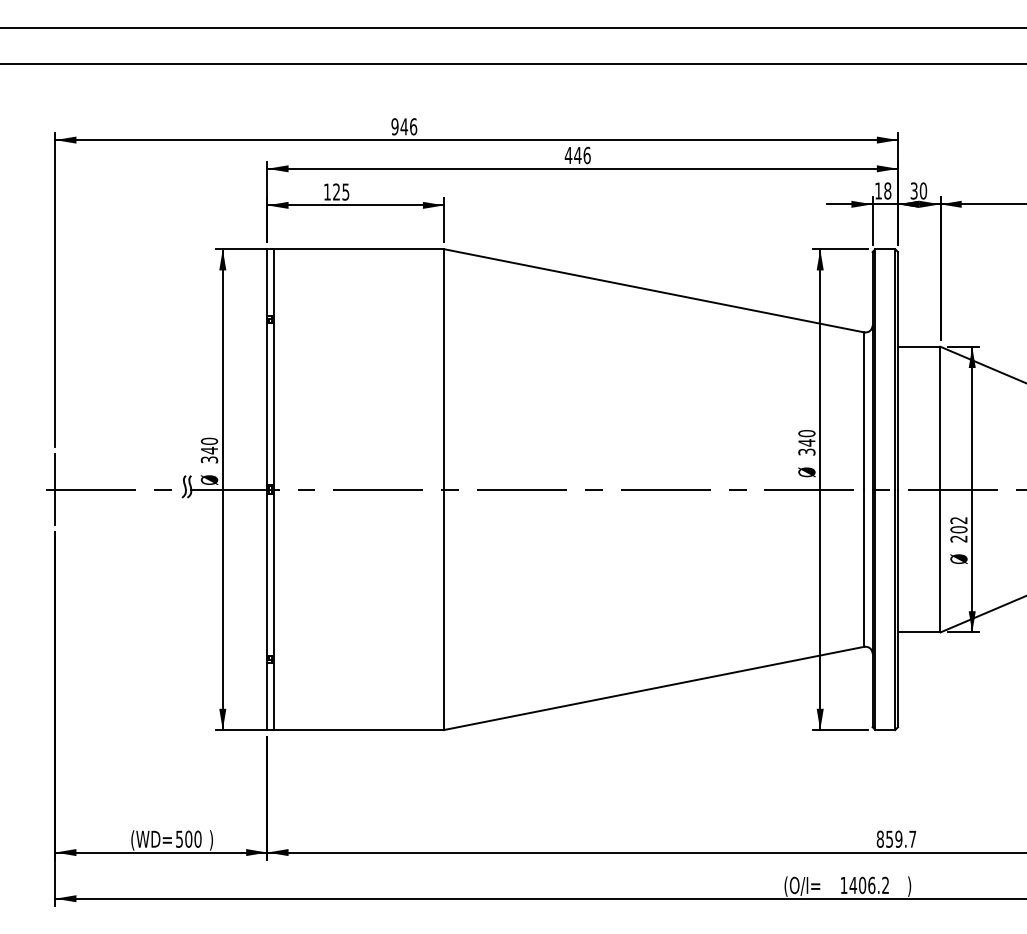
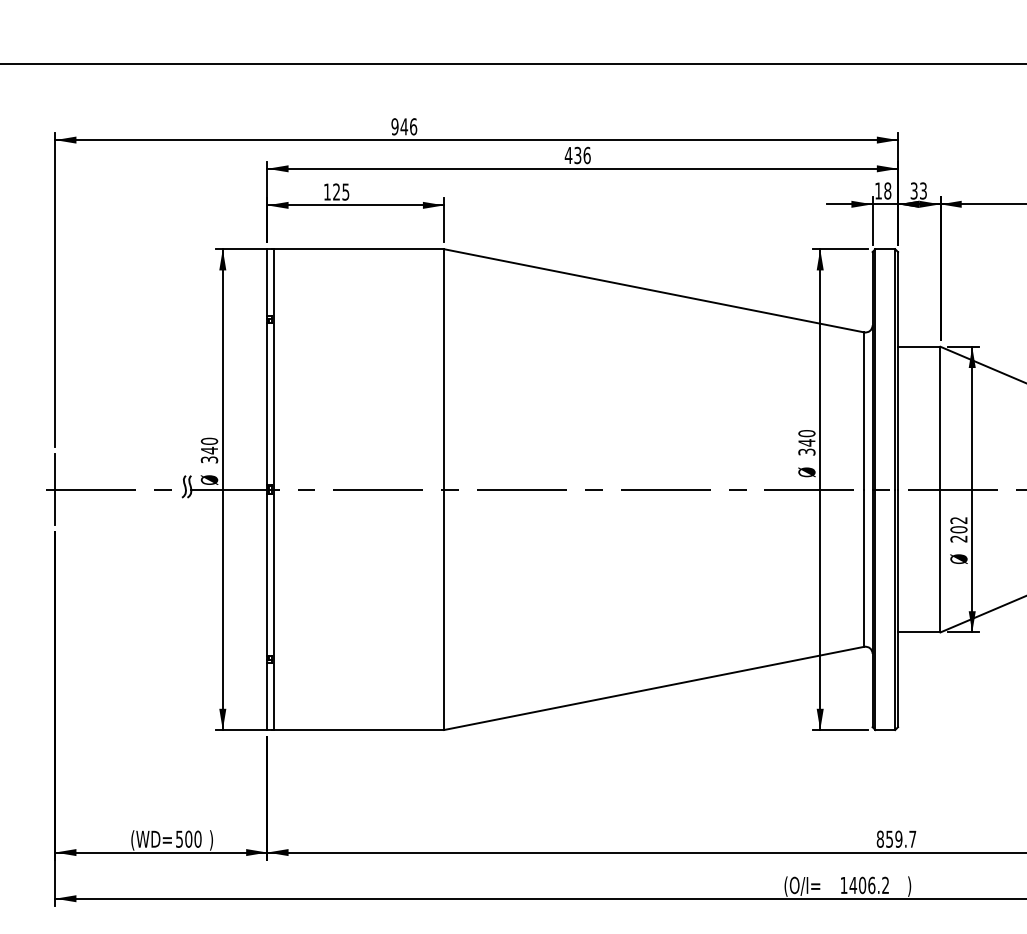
line at (512, 28): present -> none
text at (577, 155): 446 -> 436
text at (923, 190): 30 -> 33
